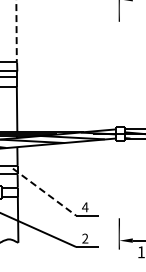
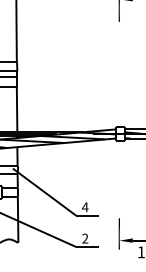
line at (16, 31): dashed -> solid
line at (44, 192): dashed -> solid
